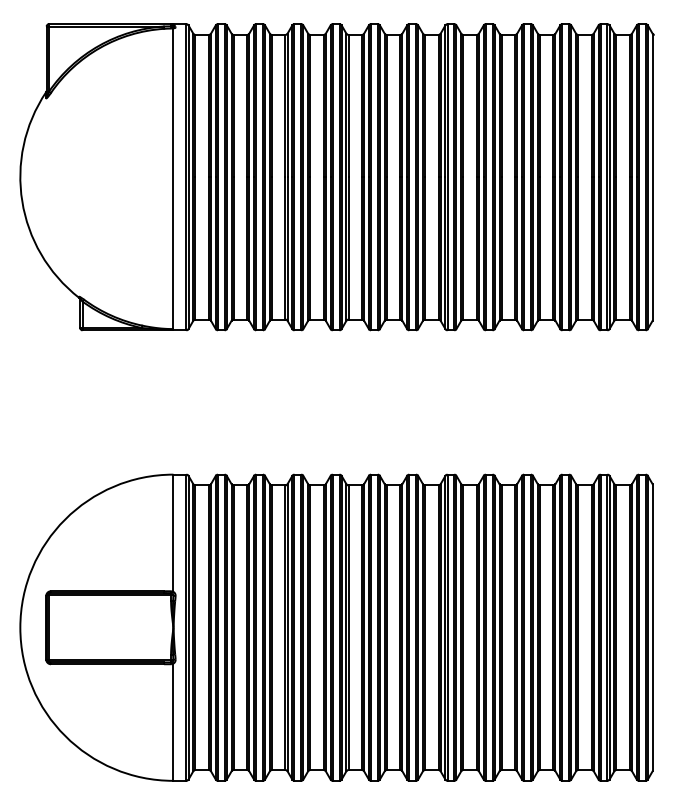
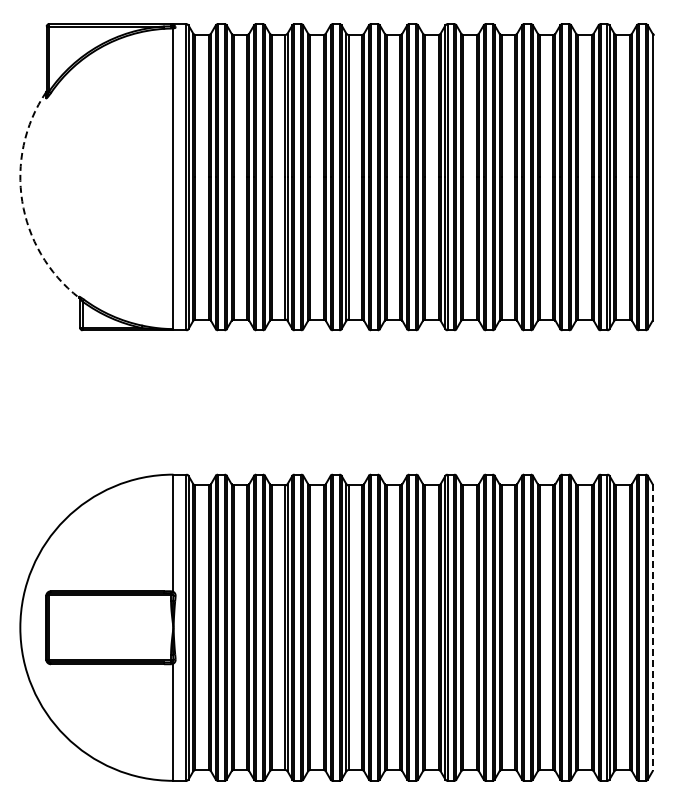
arc at (22, 201): solid -> dashed
line at (652, 627): solid -> dashed
